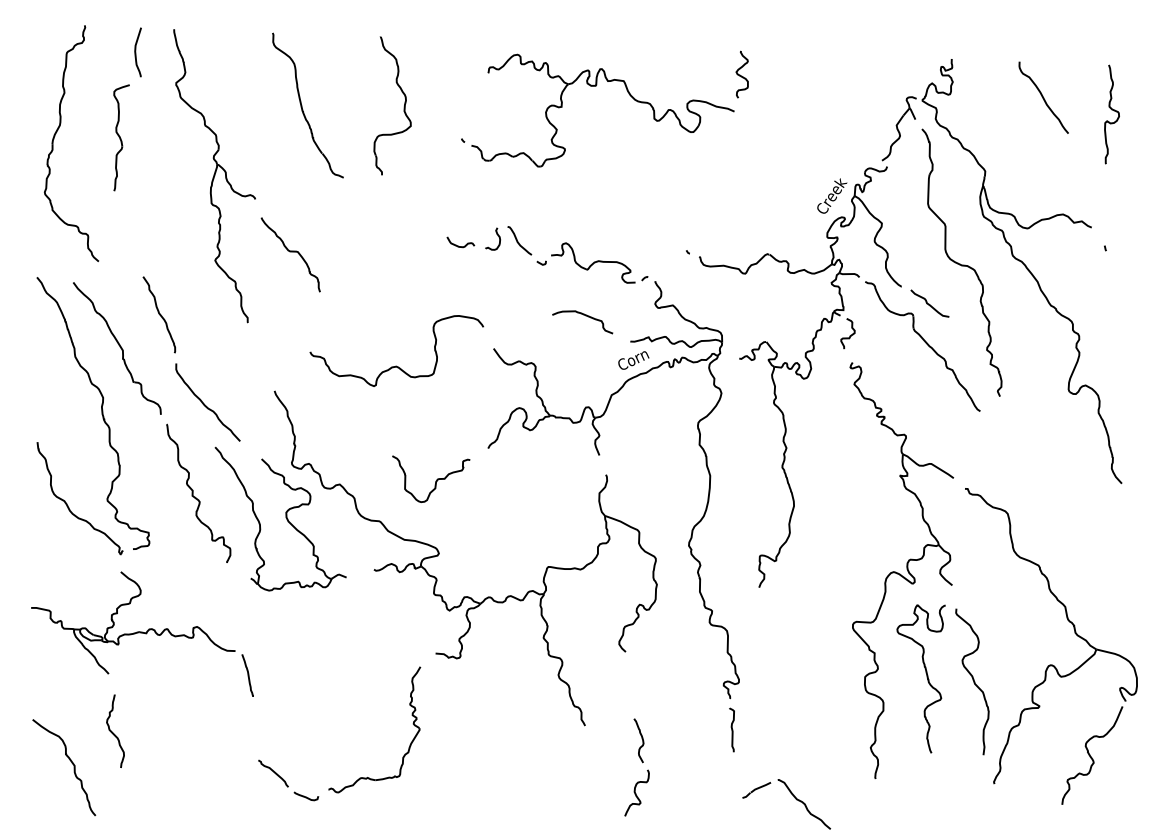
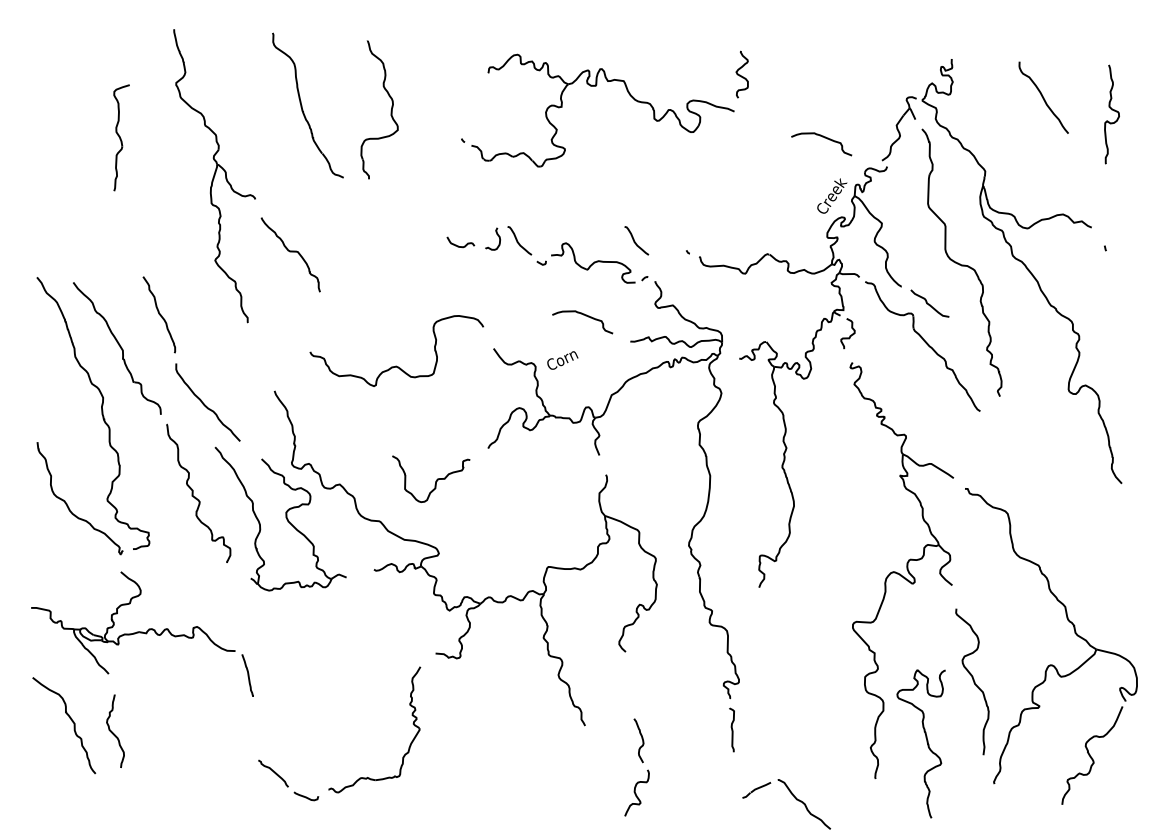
curve at (136, 52): present -> none
part at (403, 106) position: (403, 106) -> (390, 110)
part at (55, 136): present -> none
curve at (824, 138): none -> present
curve at (635, 241): none -> present
text at (633, 360) position: (633, 360) -> (562, 360)
curve at (926, 677) position: (926, 677) -> (926, 742)
curve at (71, 763) position: (71, 763) -> (71, 721)
